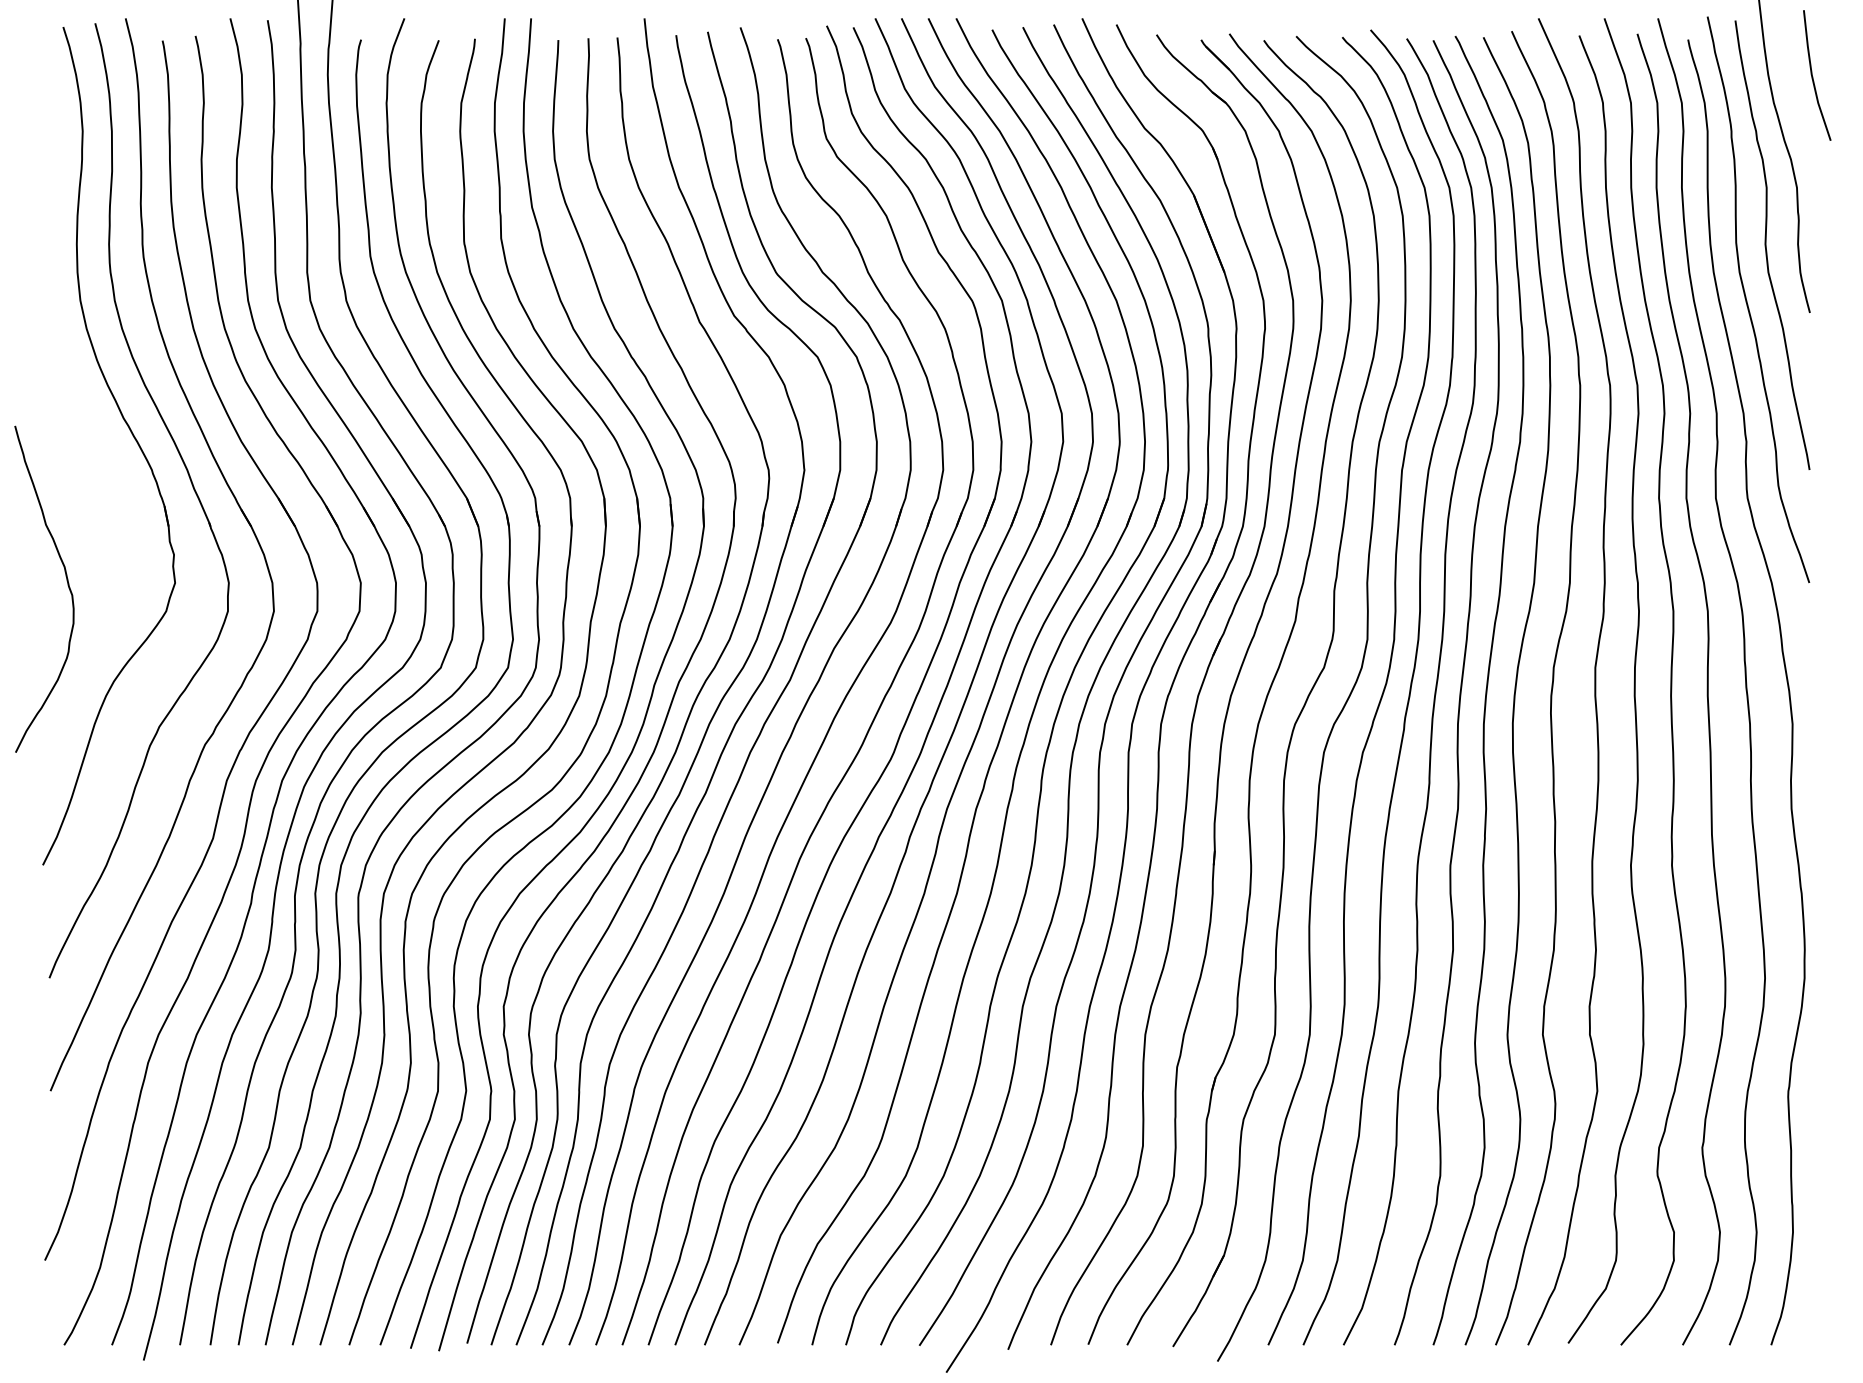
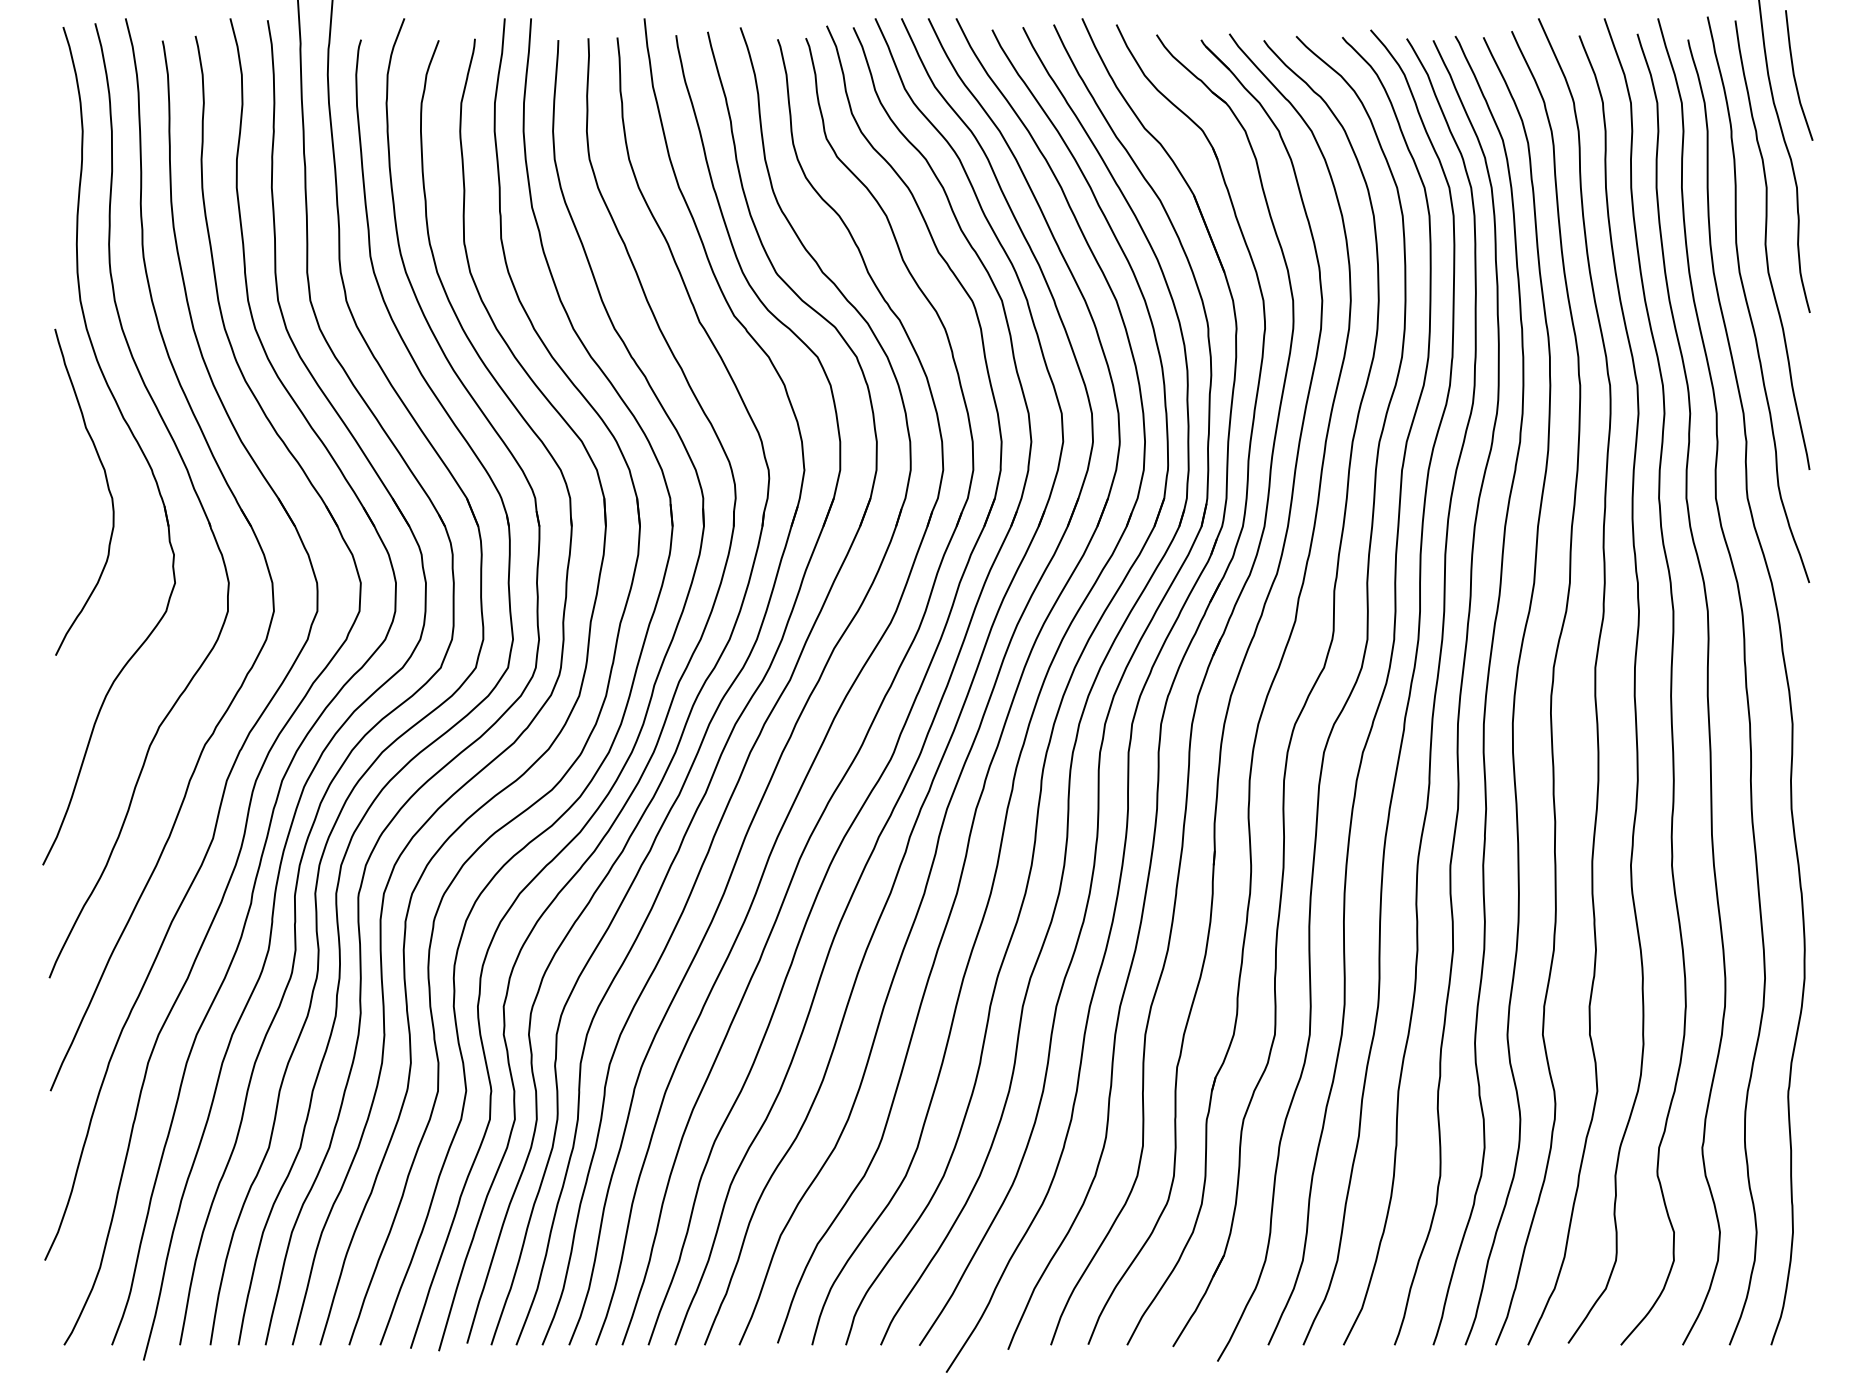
line at (1813, 76) position: (1813, 76) -> (1795, 76)
curve at (66, 581) position: (66, 581) -> (106, 484)
